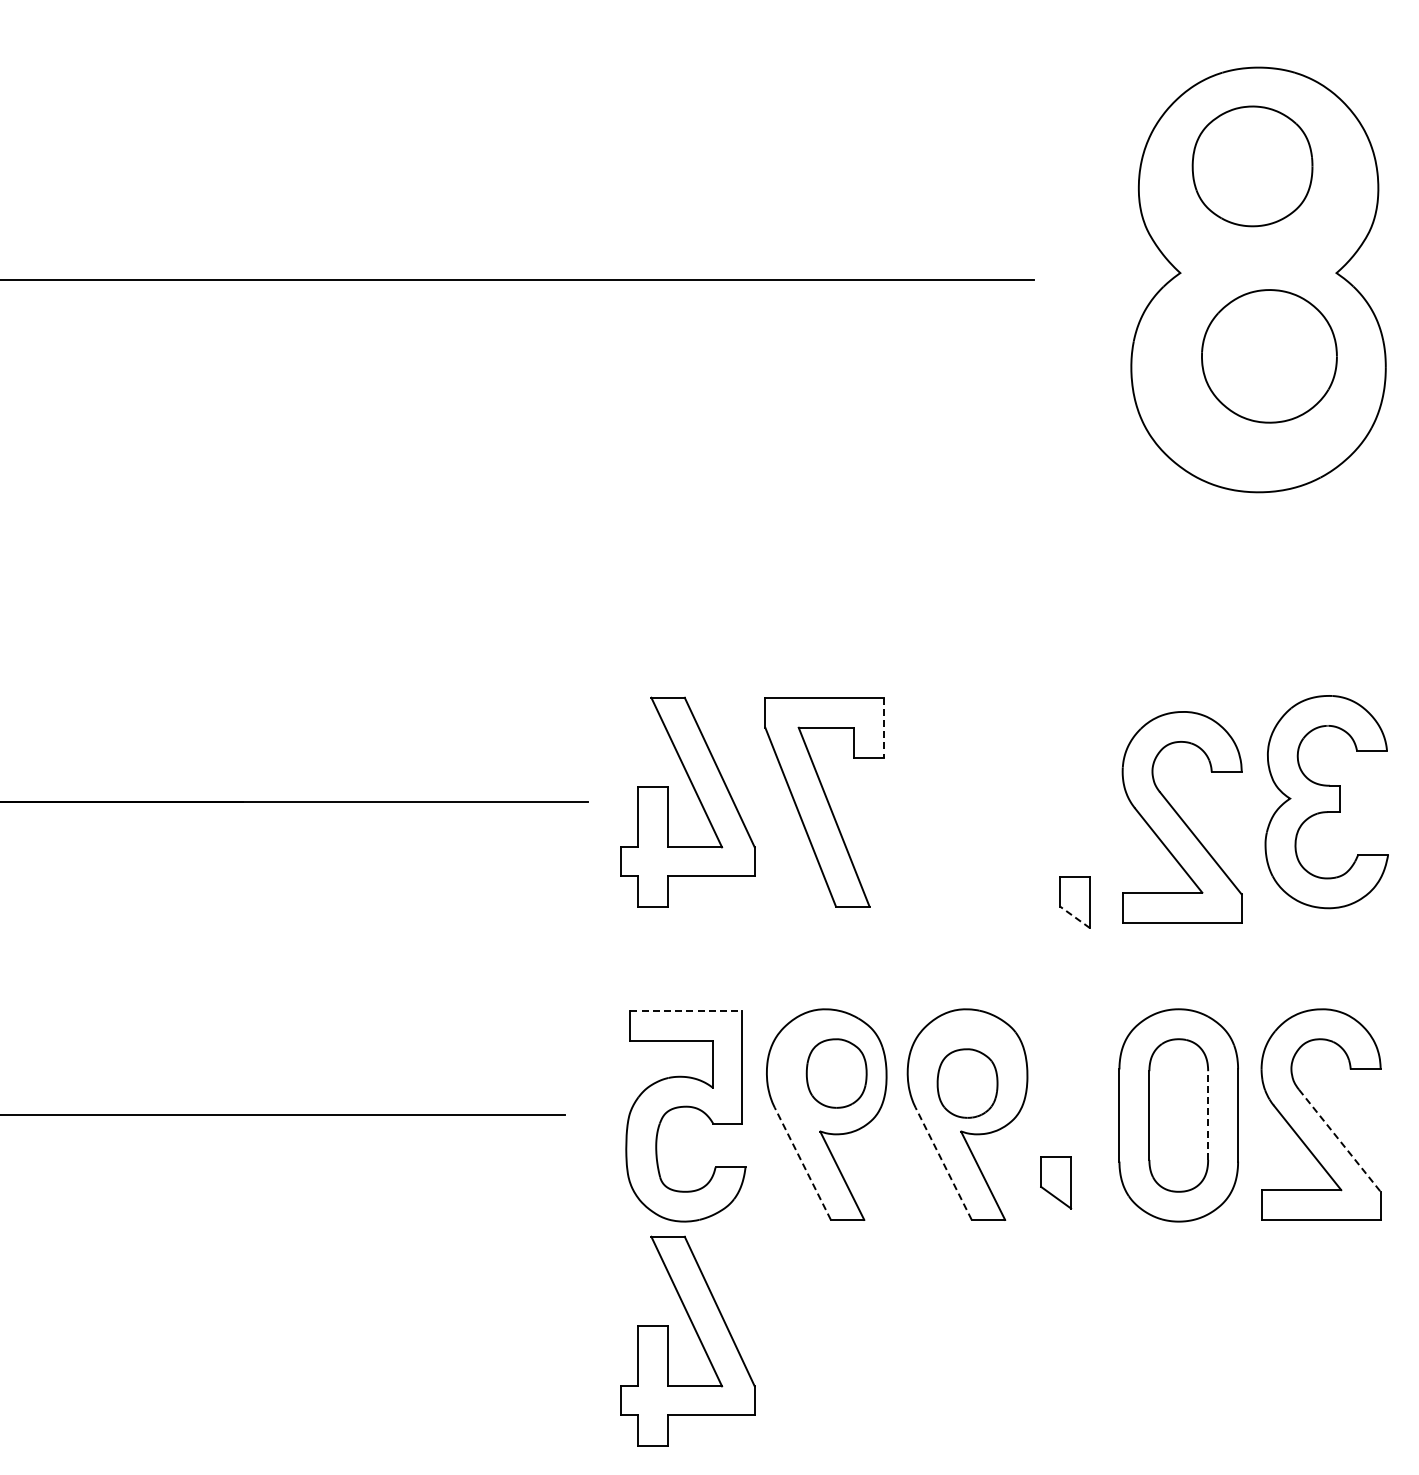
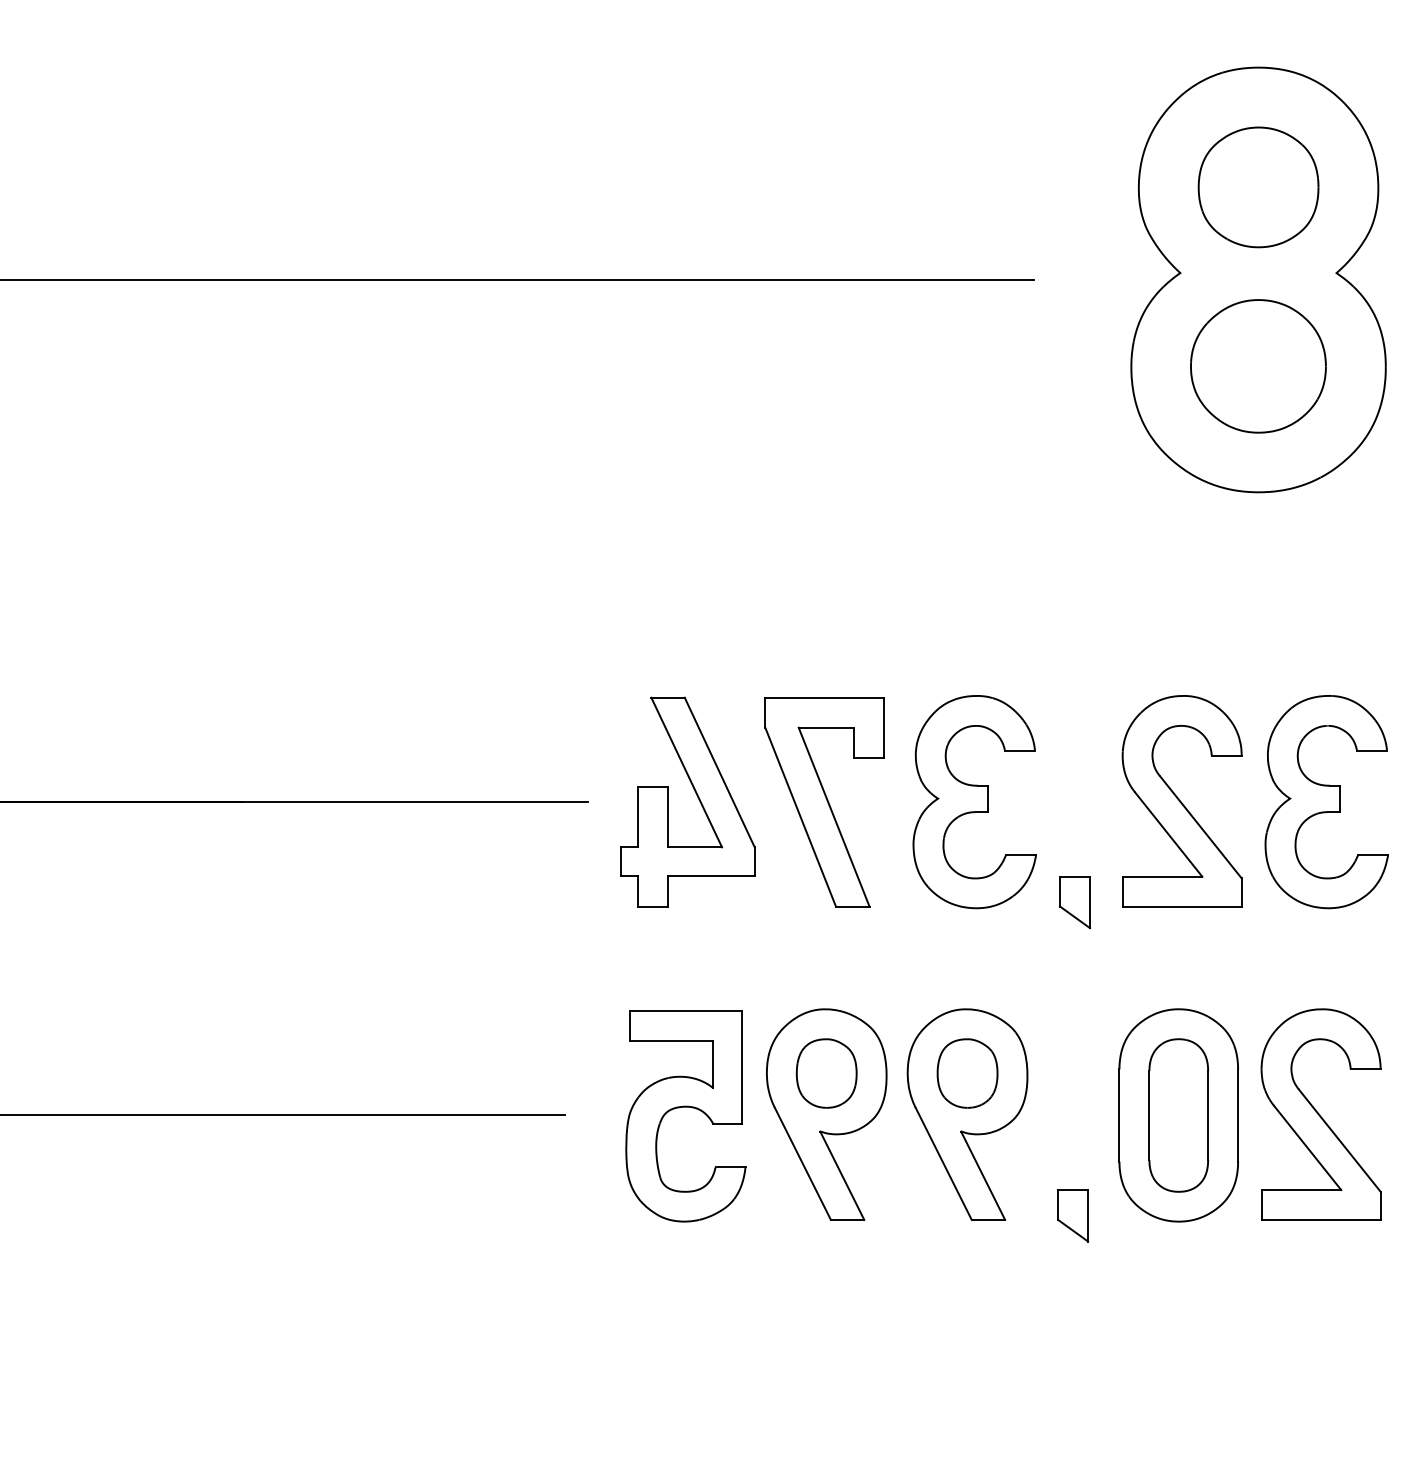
part at (1252, 166) position: (1252, 166) -> (1258, 187)
part at (1269, 356) position: (1269, 356) -> (1258, 366)
line at (884, 728): dashed -> solid
part at (974, 802): none -> present
part at (1181, 817) position: (1181, 817) -> (1181, 801)
line at (1074, 917): dashed -> solid
line at (686, 1011): dashed -> solid
part at (836, 1073) position: (836, 1073) -> (826, 1073)
part at (967, 1083) position: (967, 1083) -> (967, 1073)
line at (1208, 1115): dashed -> solid
line at (1340, 1141): dashed -> solid
line at (802, 1163): dashed -> solid
line at (943, 1163): dashed -> solid
part at (1056, 1182) position: (1056, 1182) -> (1073, 1215)
part at (697, 1336): present -> none
